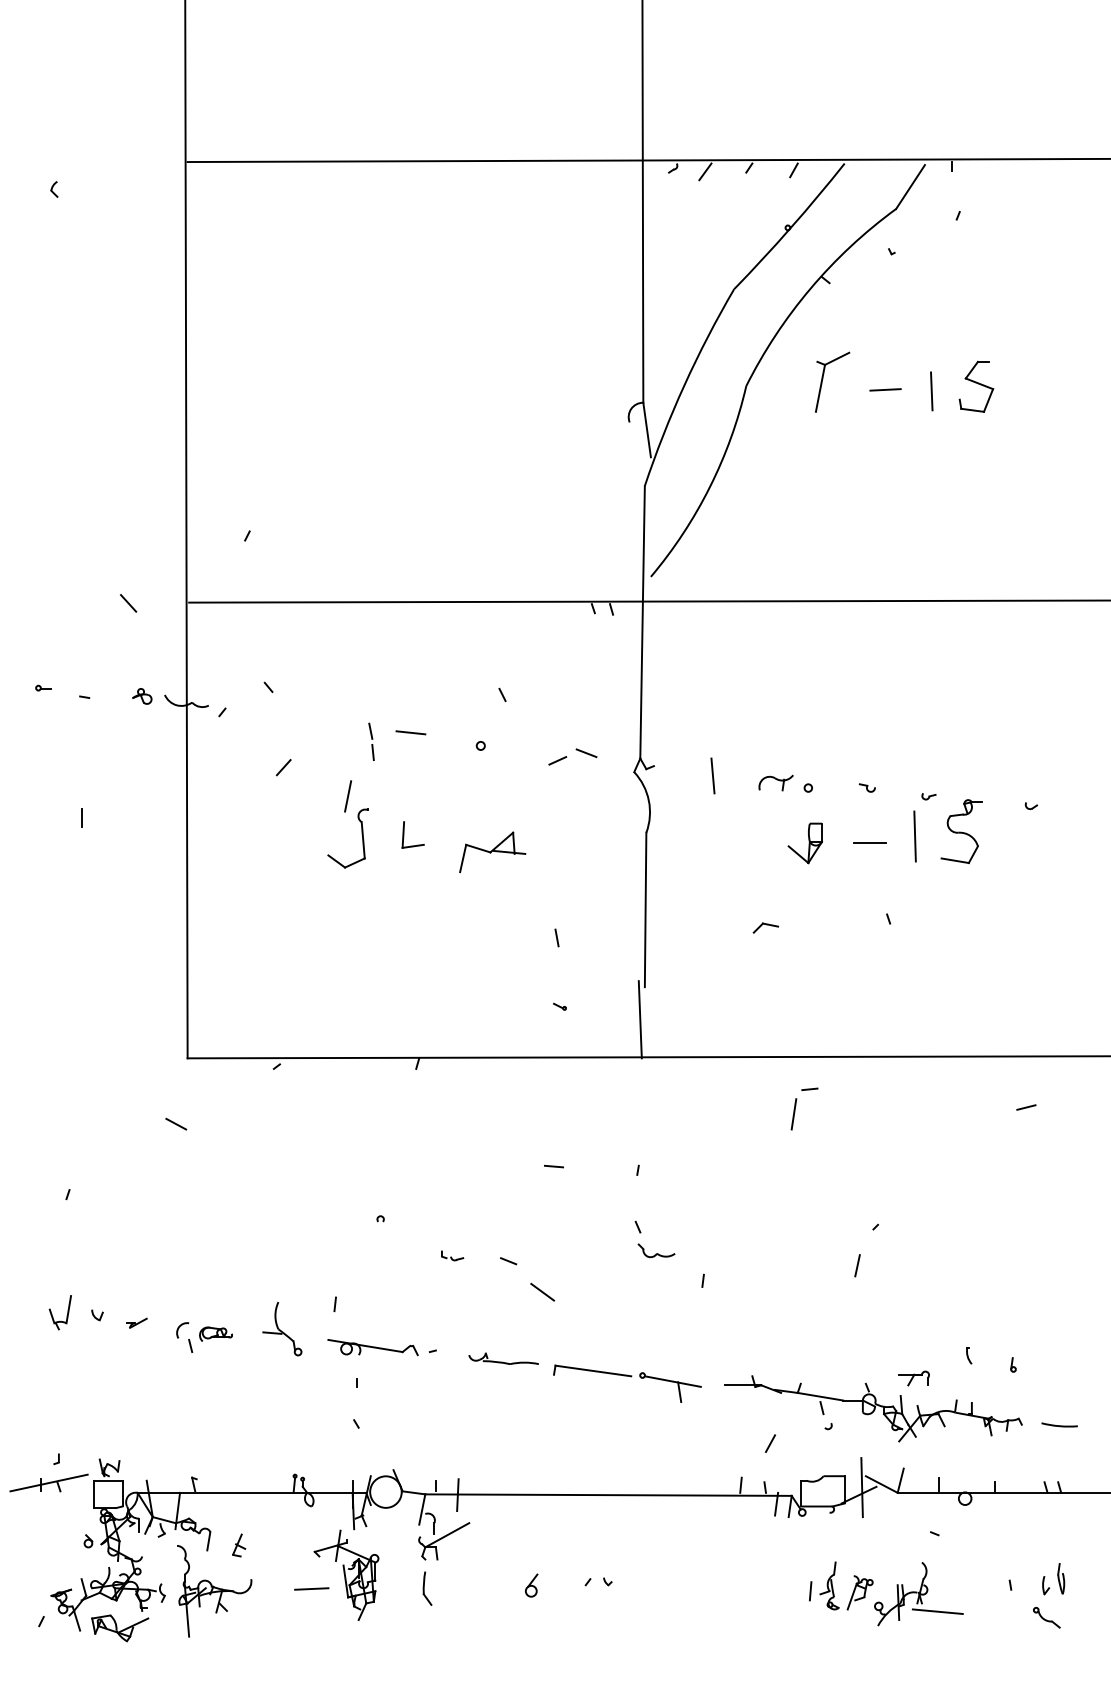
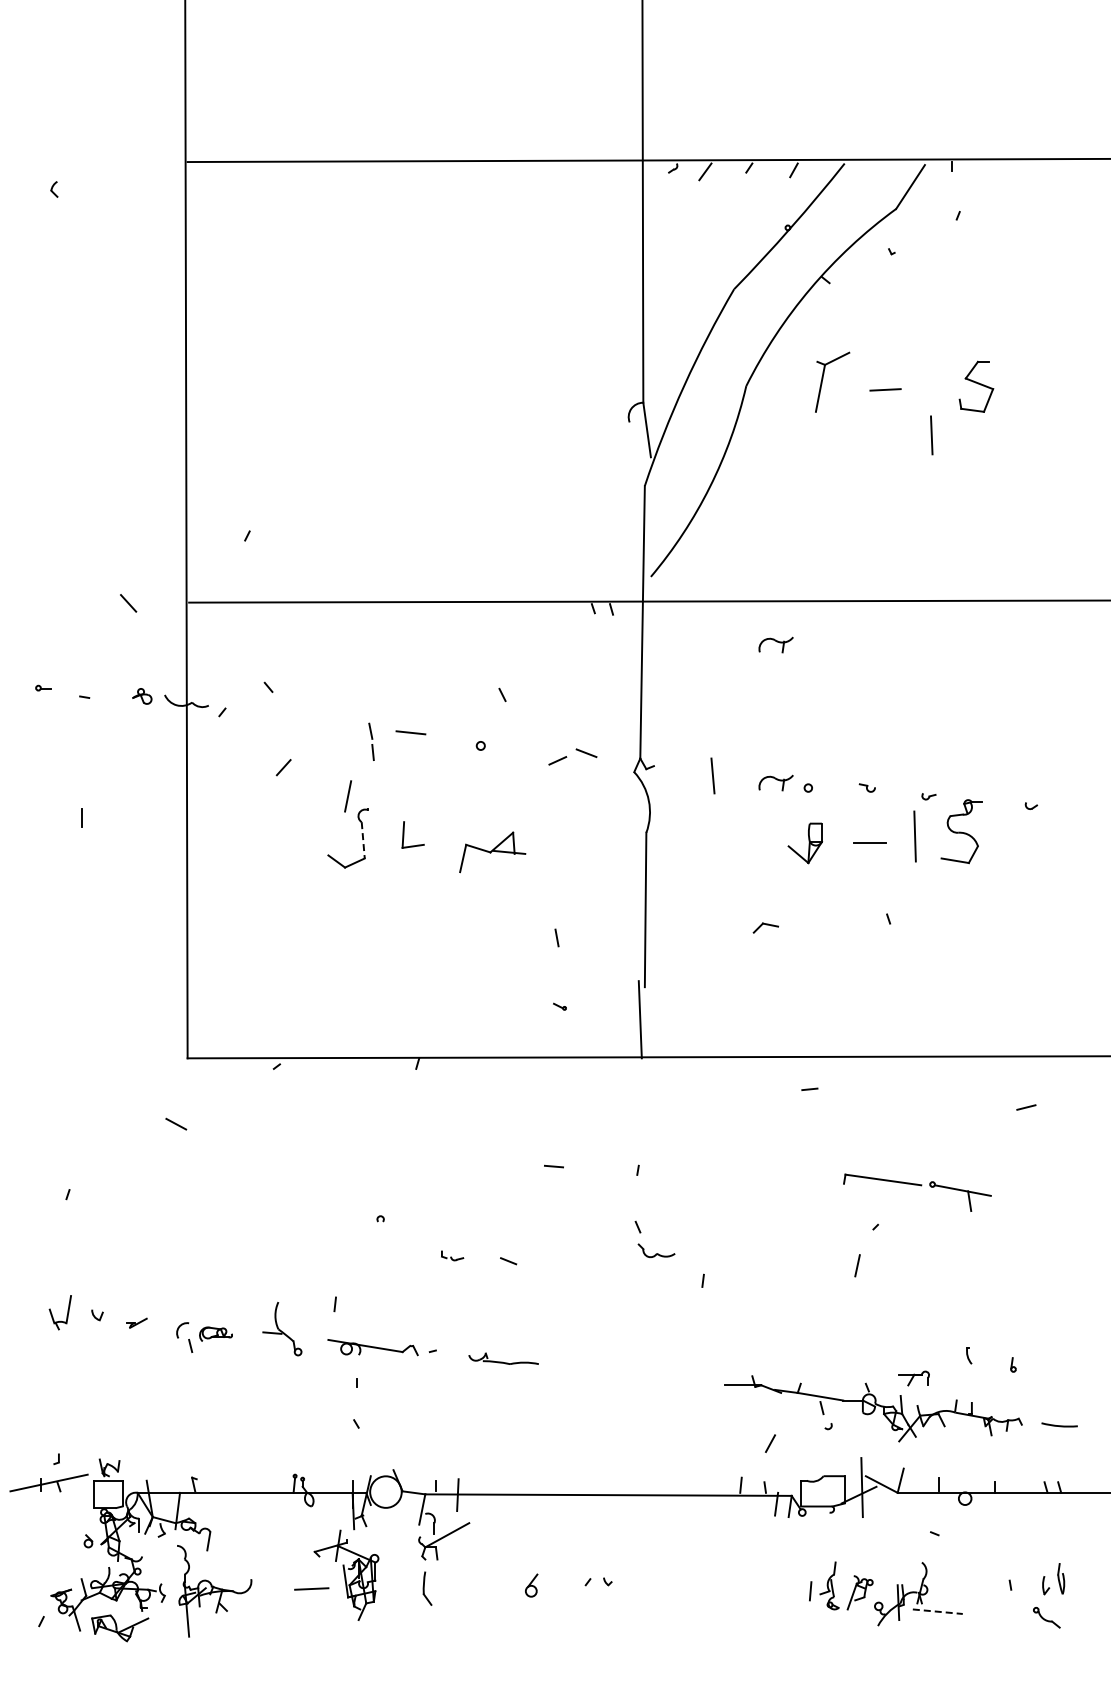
line at (931, 391) position: (931, 391) -> (931, 435)
part at (775, 644): none -> present
line at (363, 840): solid -> dashed
line at (793, 1114): present -> none
line at (542, 1291): present -> none
part at (630, 1377) position: (630, 1377) -> (920, 1186)
part at (239, 1545): present -> none
line at (938, 1611): solid -> dashed
